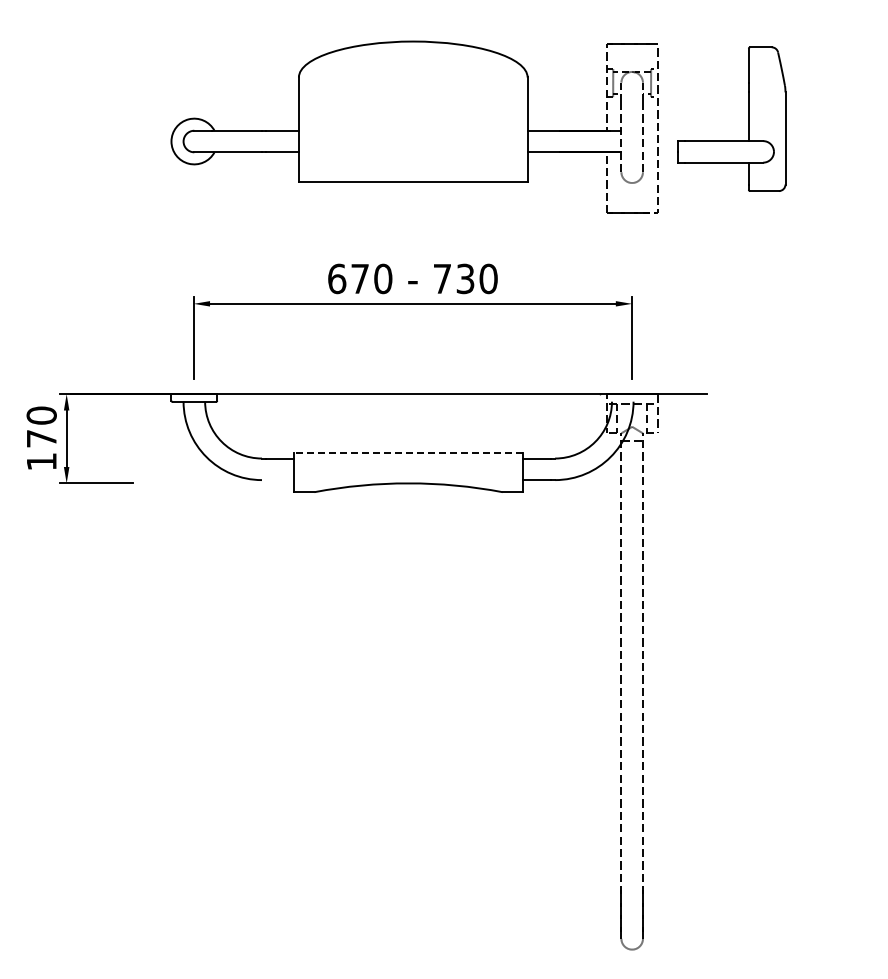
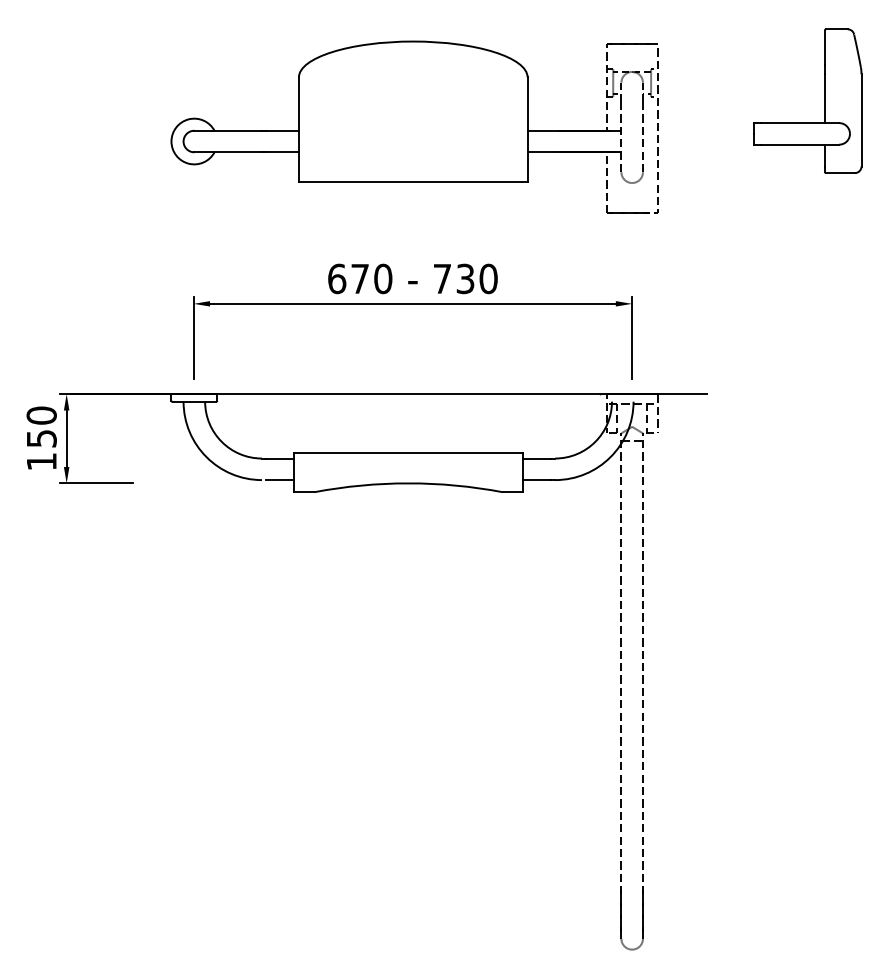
part at (748, 118) position: (748, 118) -> (824, 100)
text at (41, 438): 170 -> 150
line at (408, 452): dashed -> solid
line at (280, 480): none -> present
